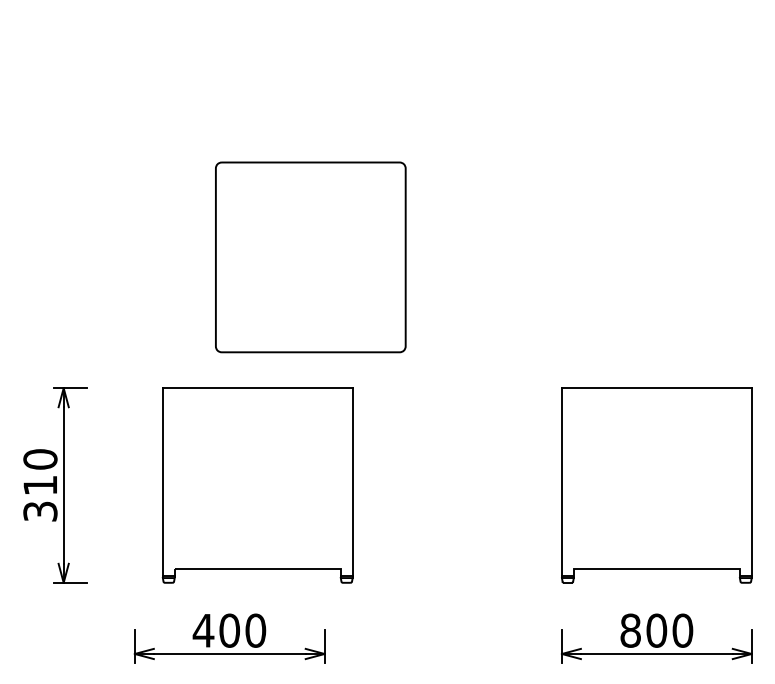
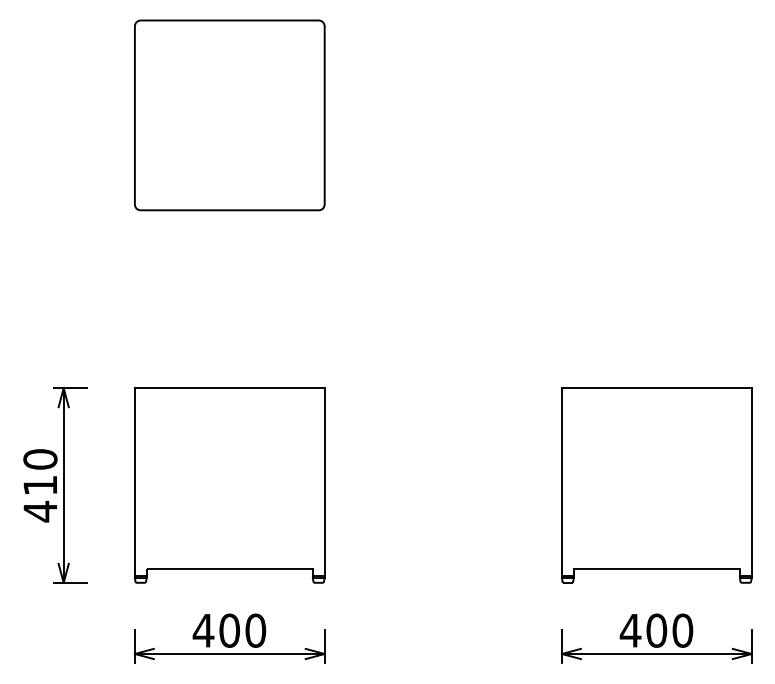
part at (310, 257) position: (310, 257) -> (229, 115)
part at (257, 485) position: (257, 485) -> (229, 485)
text at (40, 511): 310 -> 410
text at (630, 630): 800 -> 400
